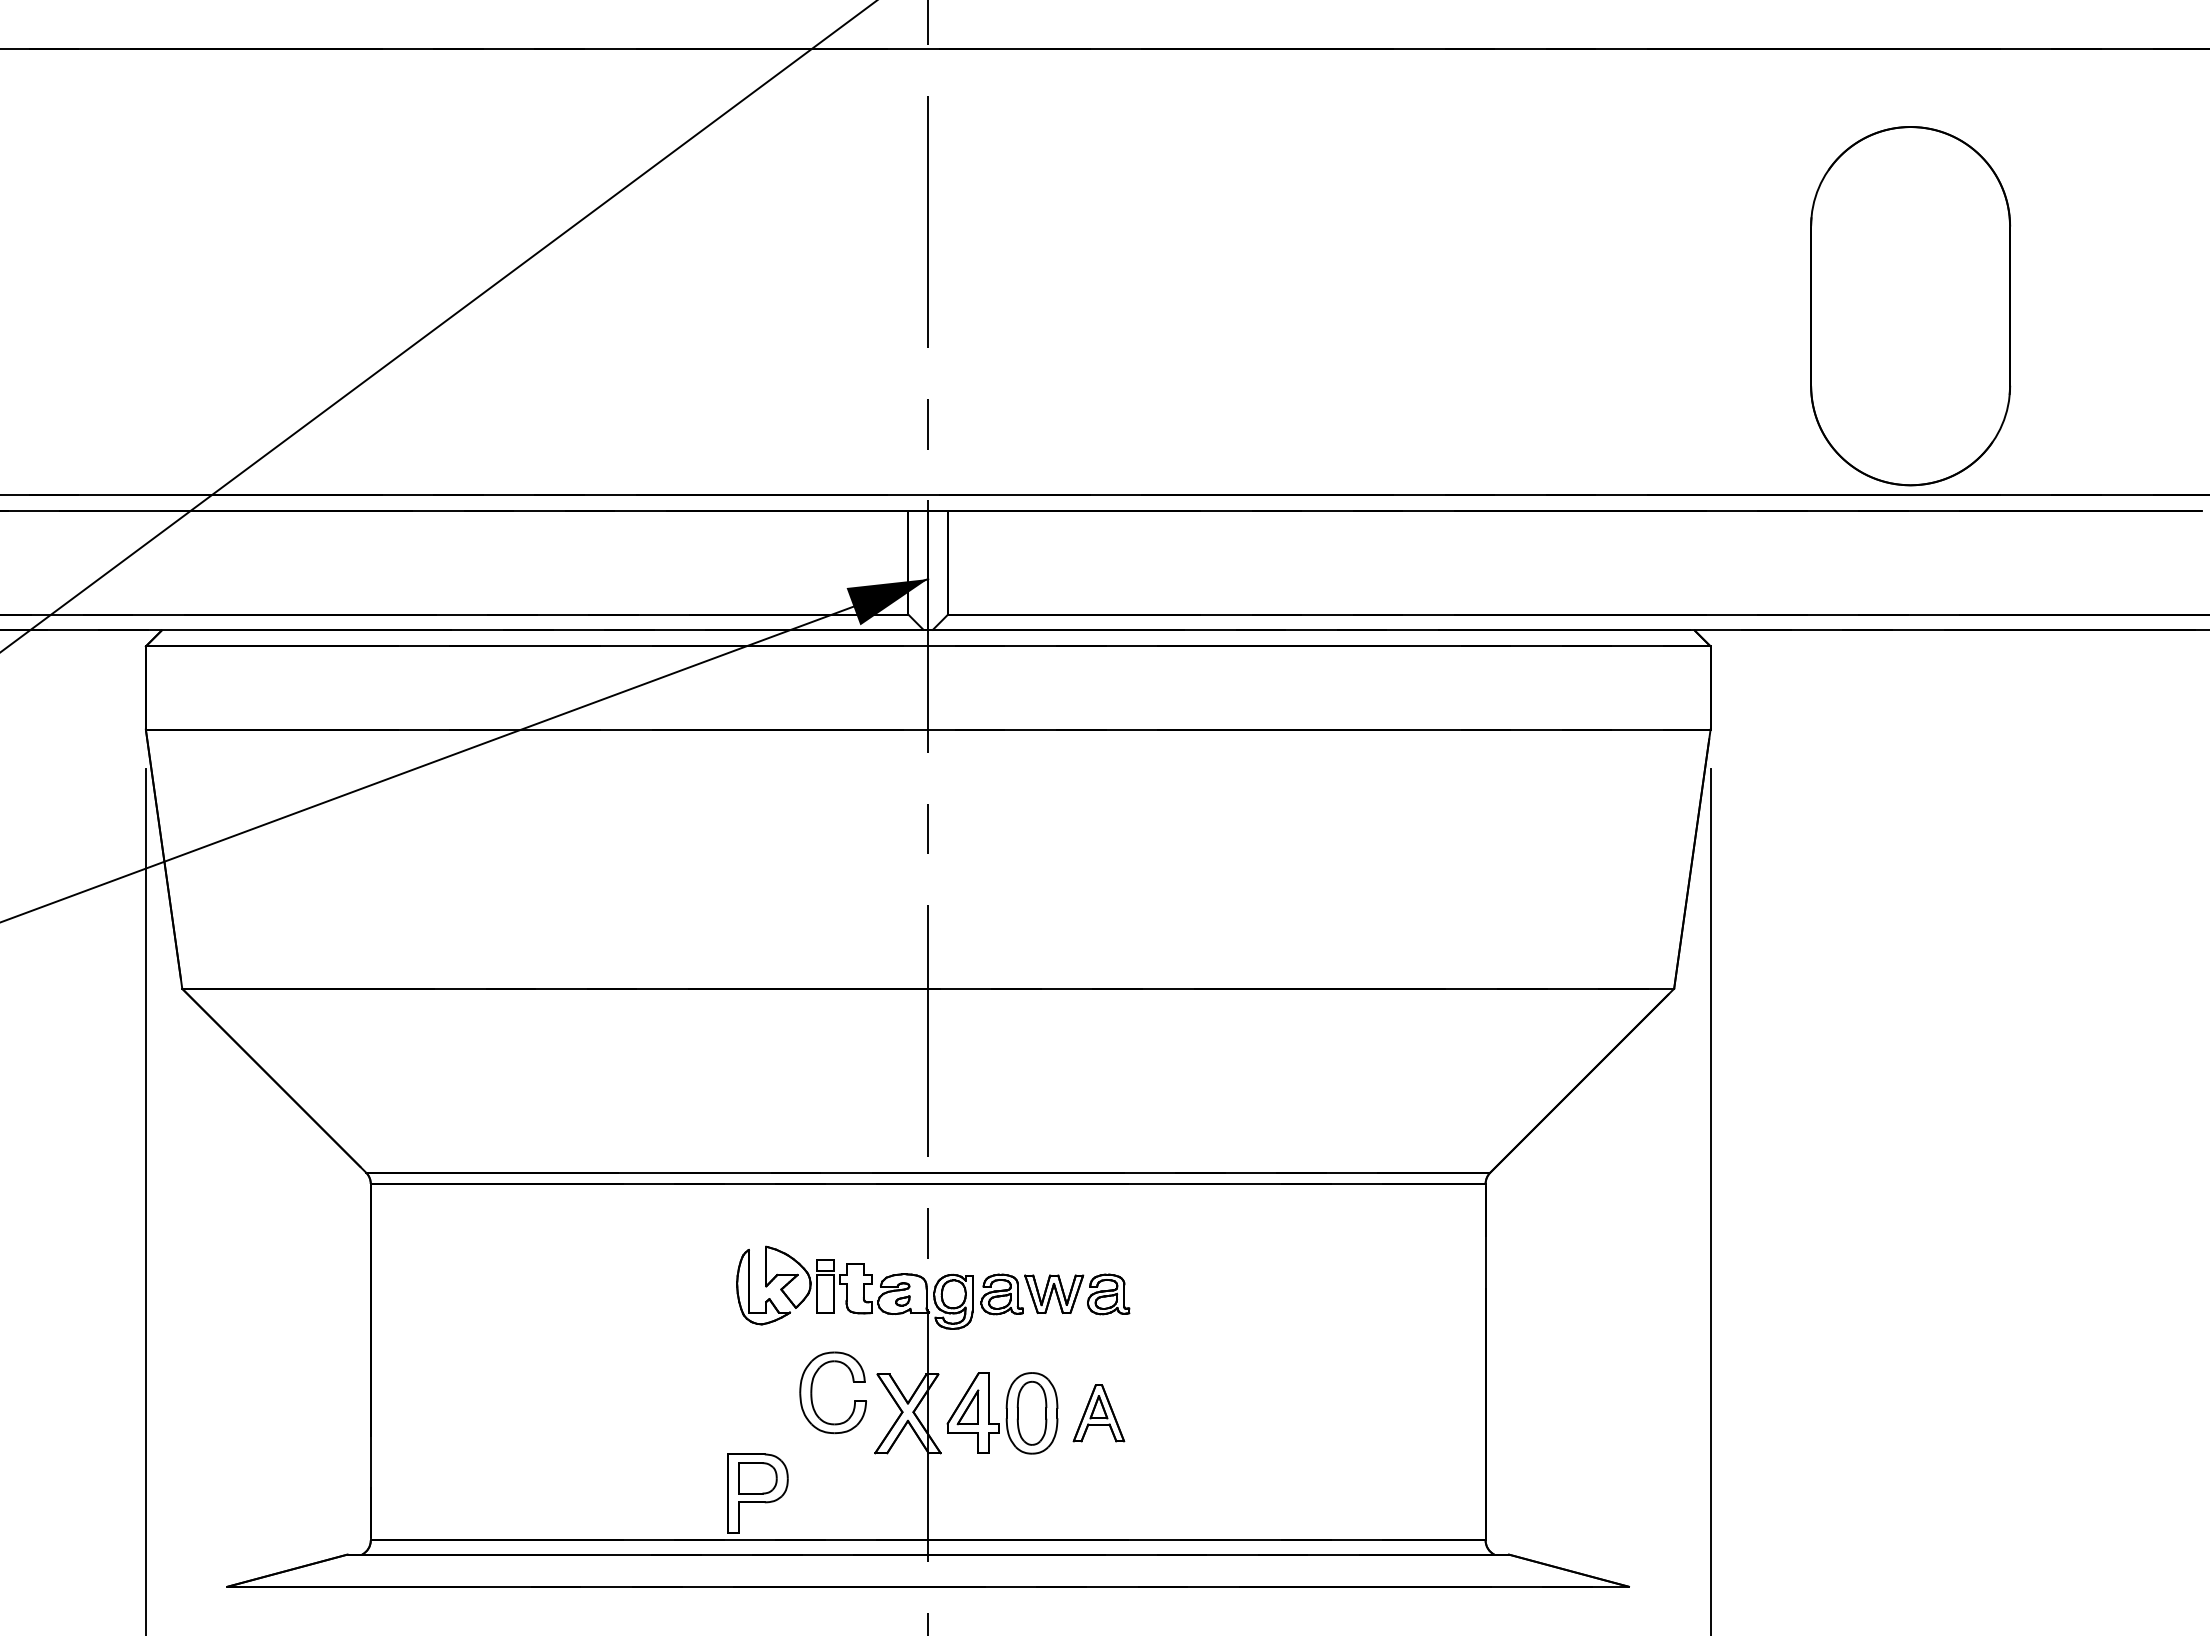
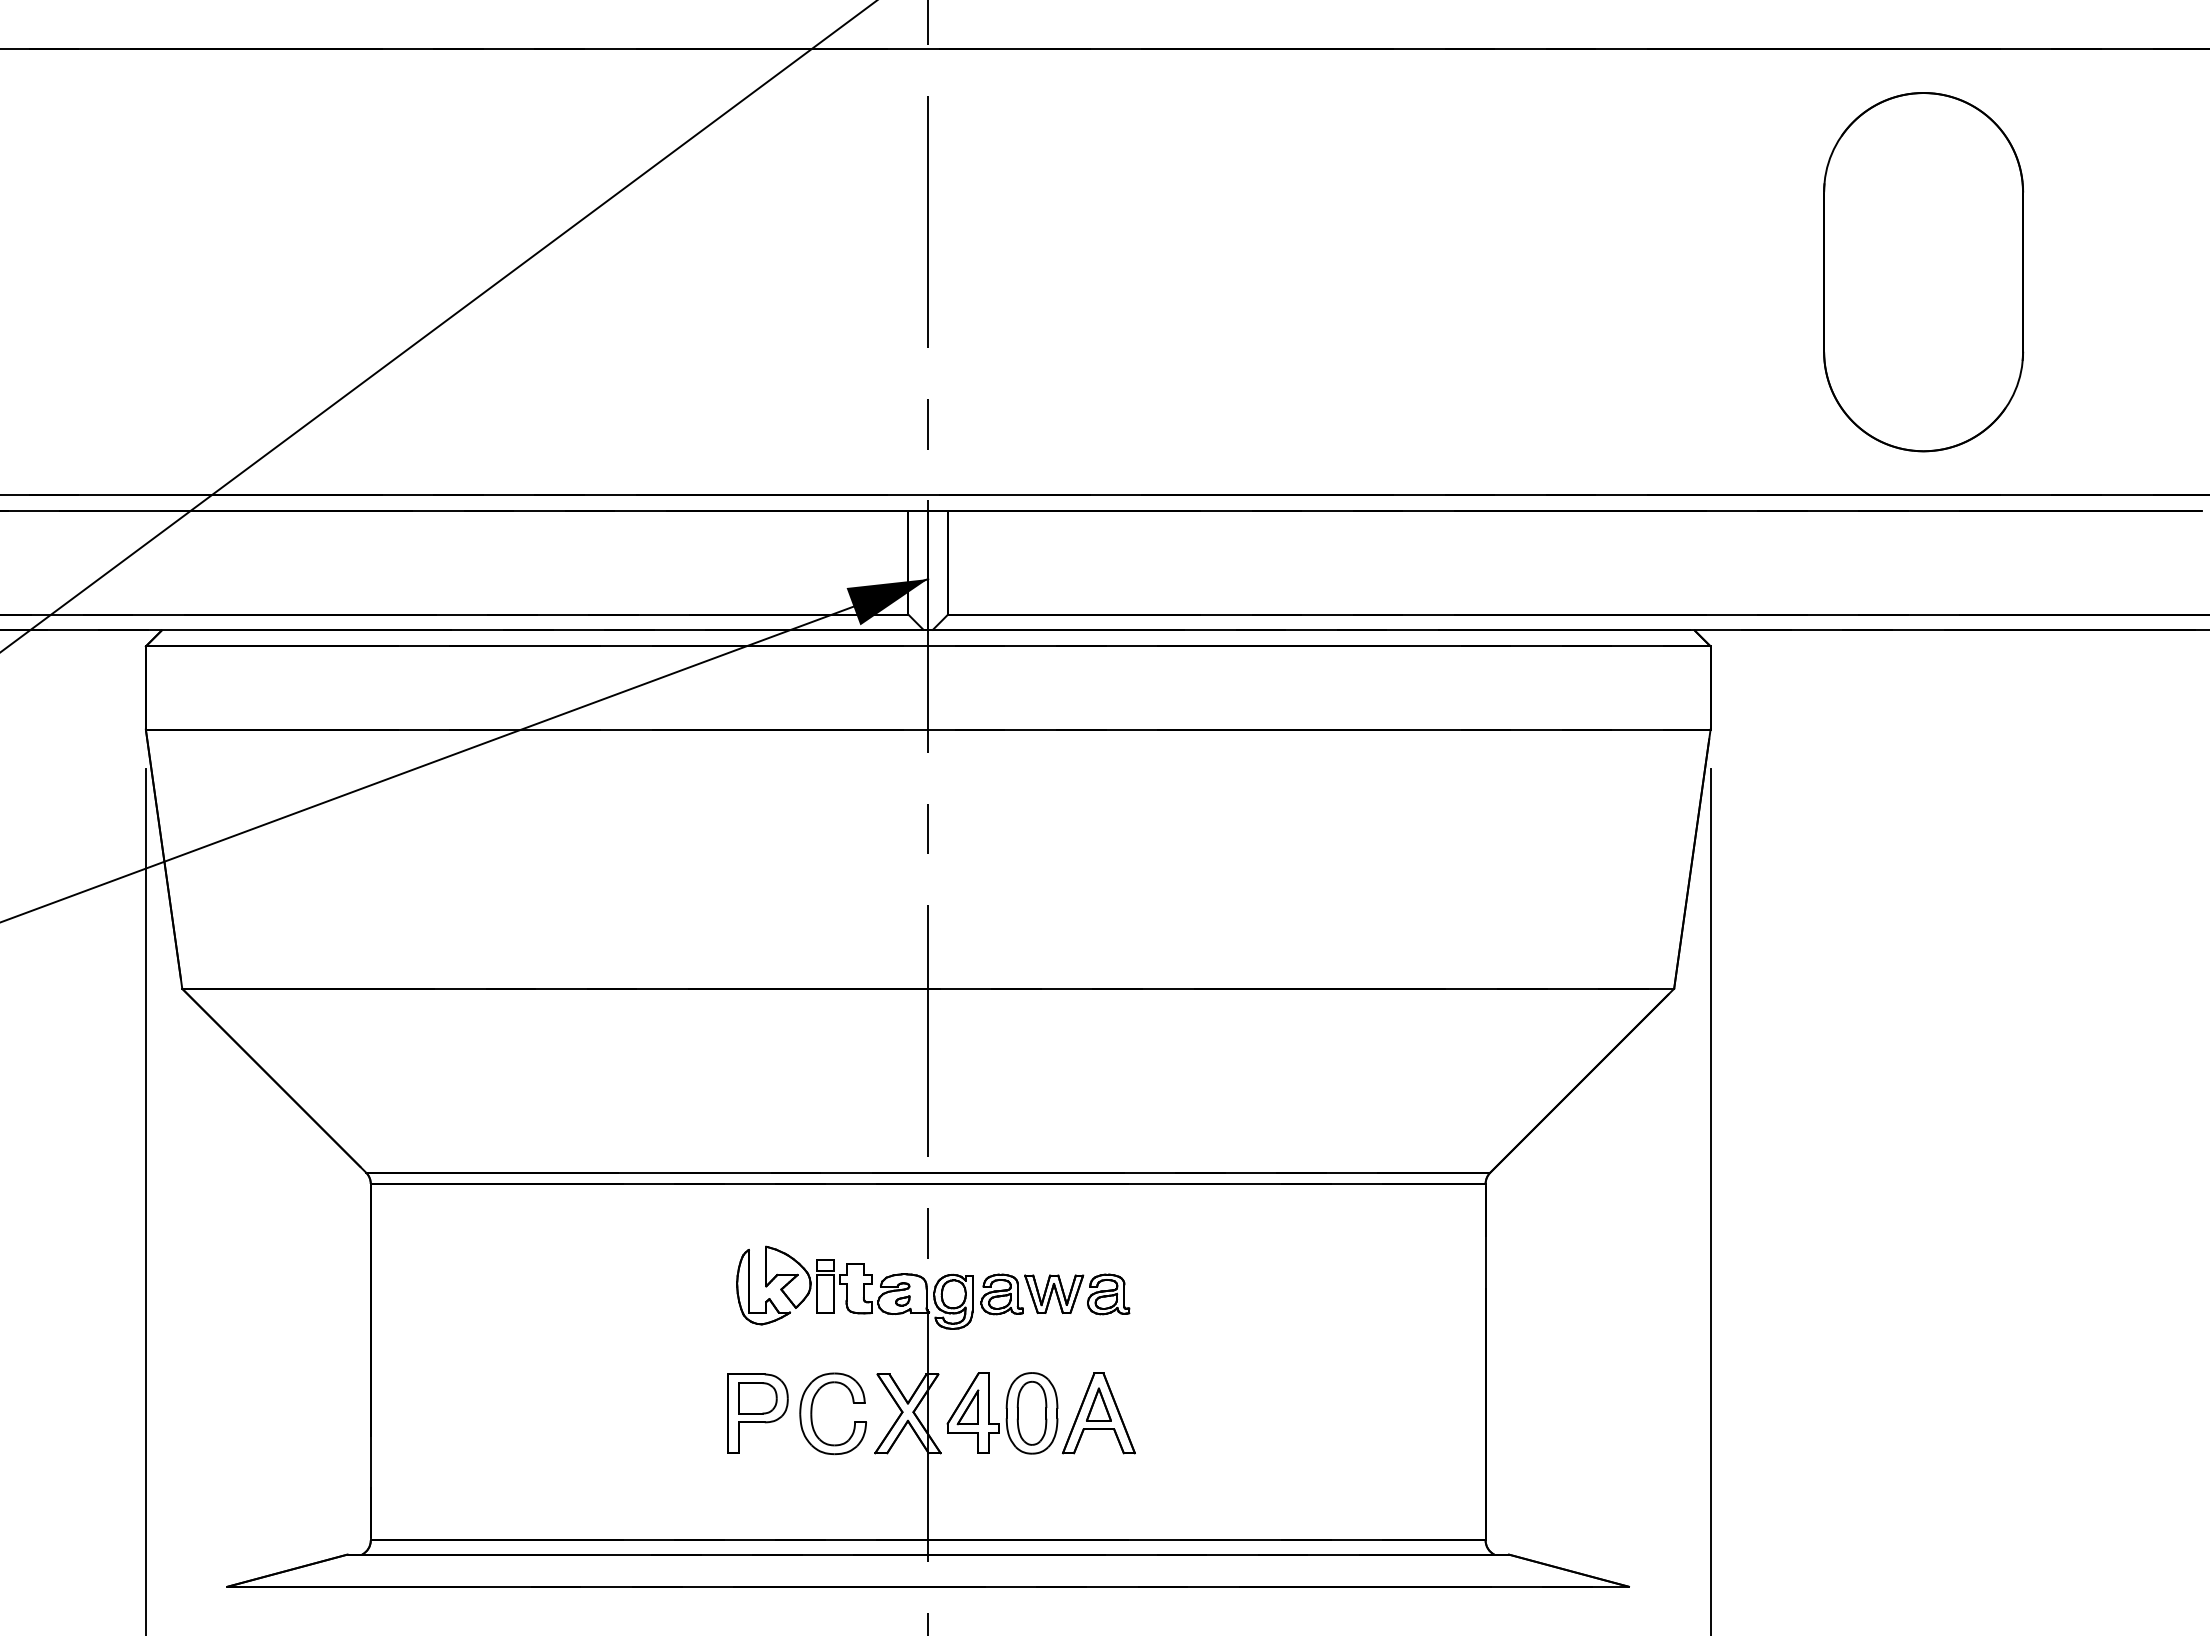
part at (1910, 306) position: (1910, 306) -> (1923, 272)
part at (812, 1392) position: (812, 1392) -> (812, 1413)
part at (1098, 1413) size: 54x59 px -> 74x83 px
part at (757, 1493) position: (757, 1493) -> (757, 1413)
